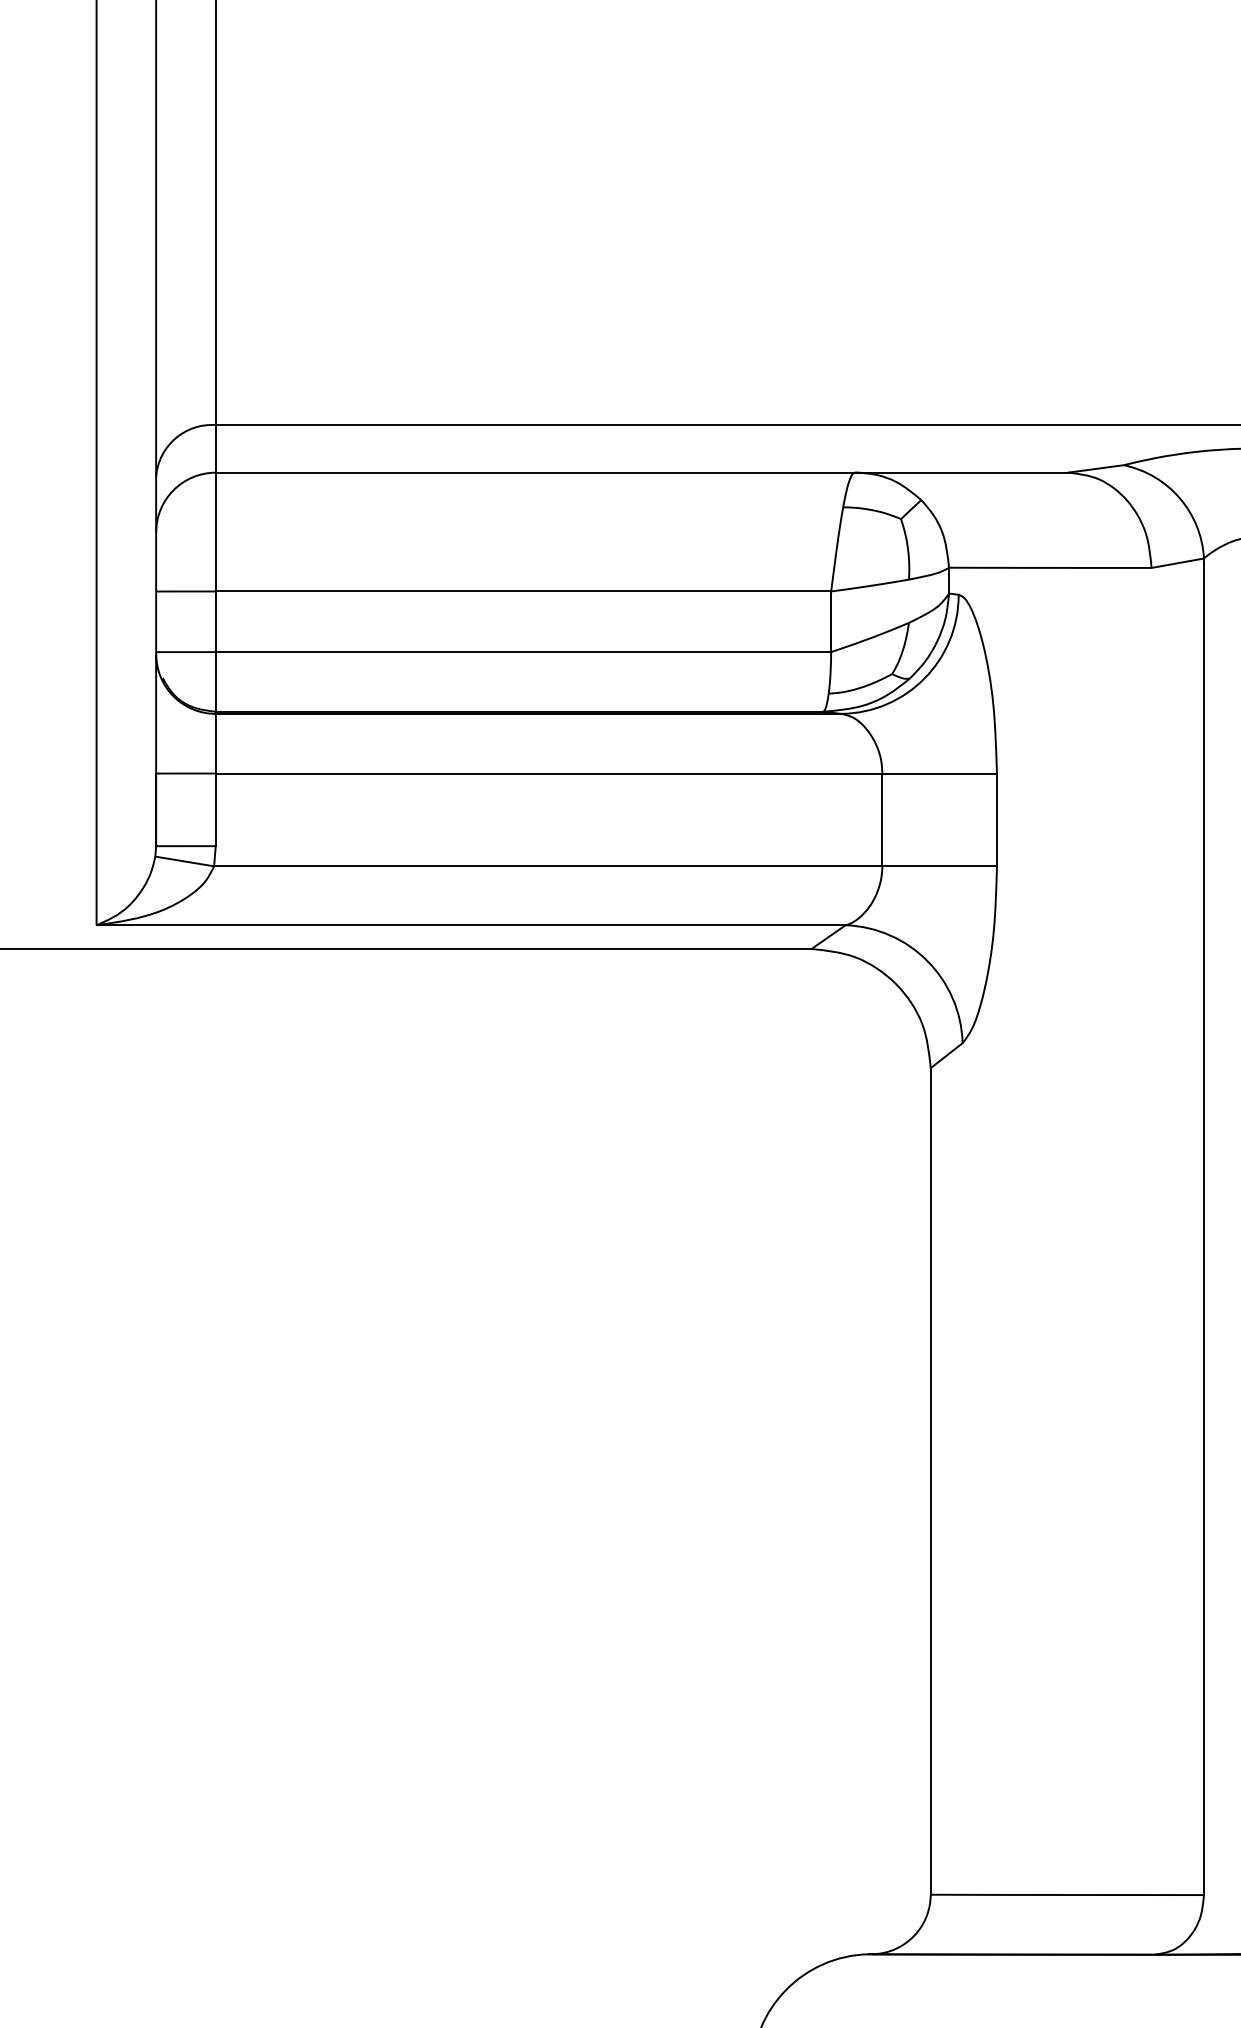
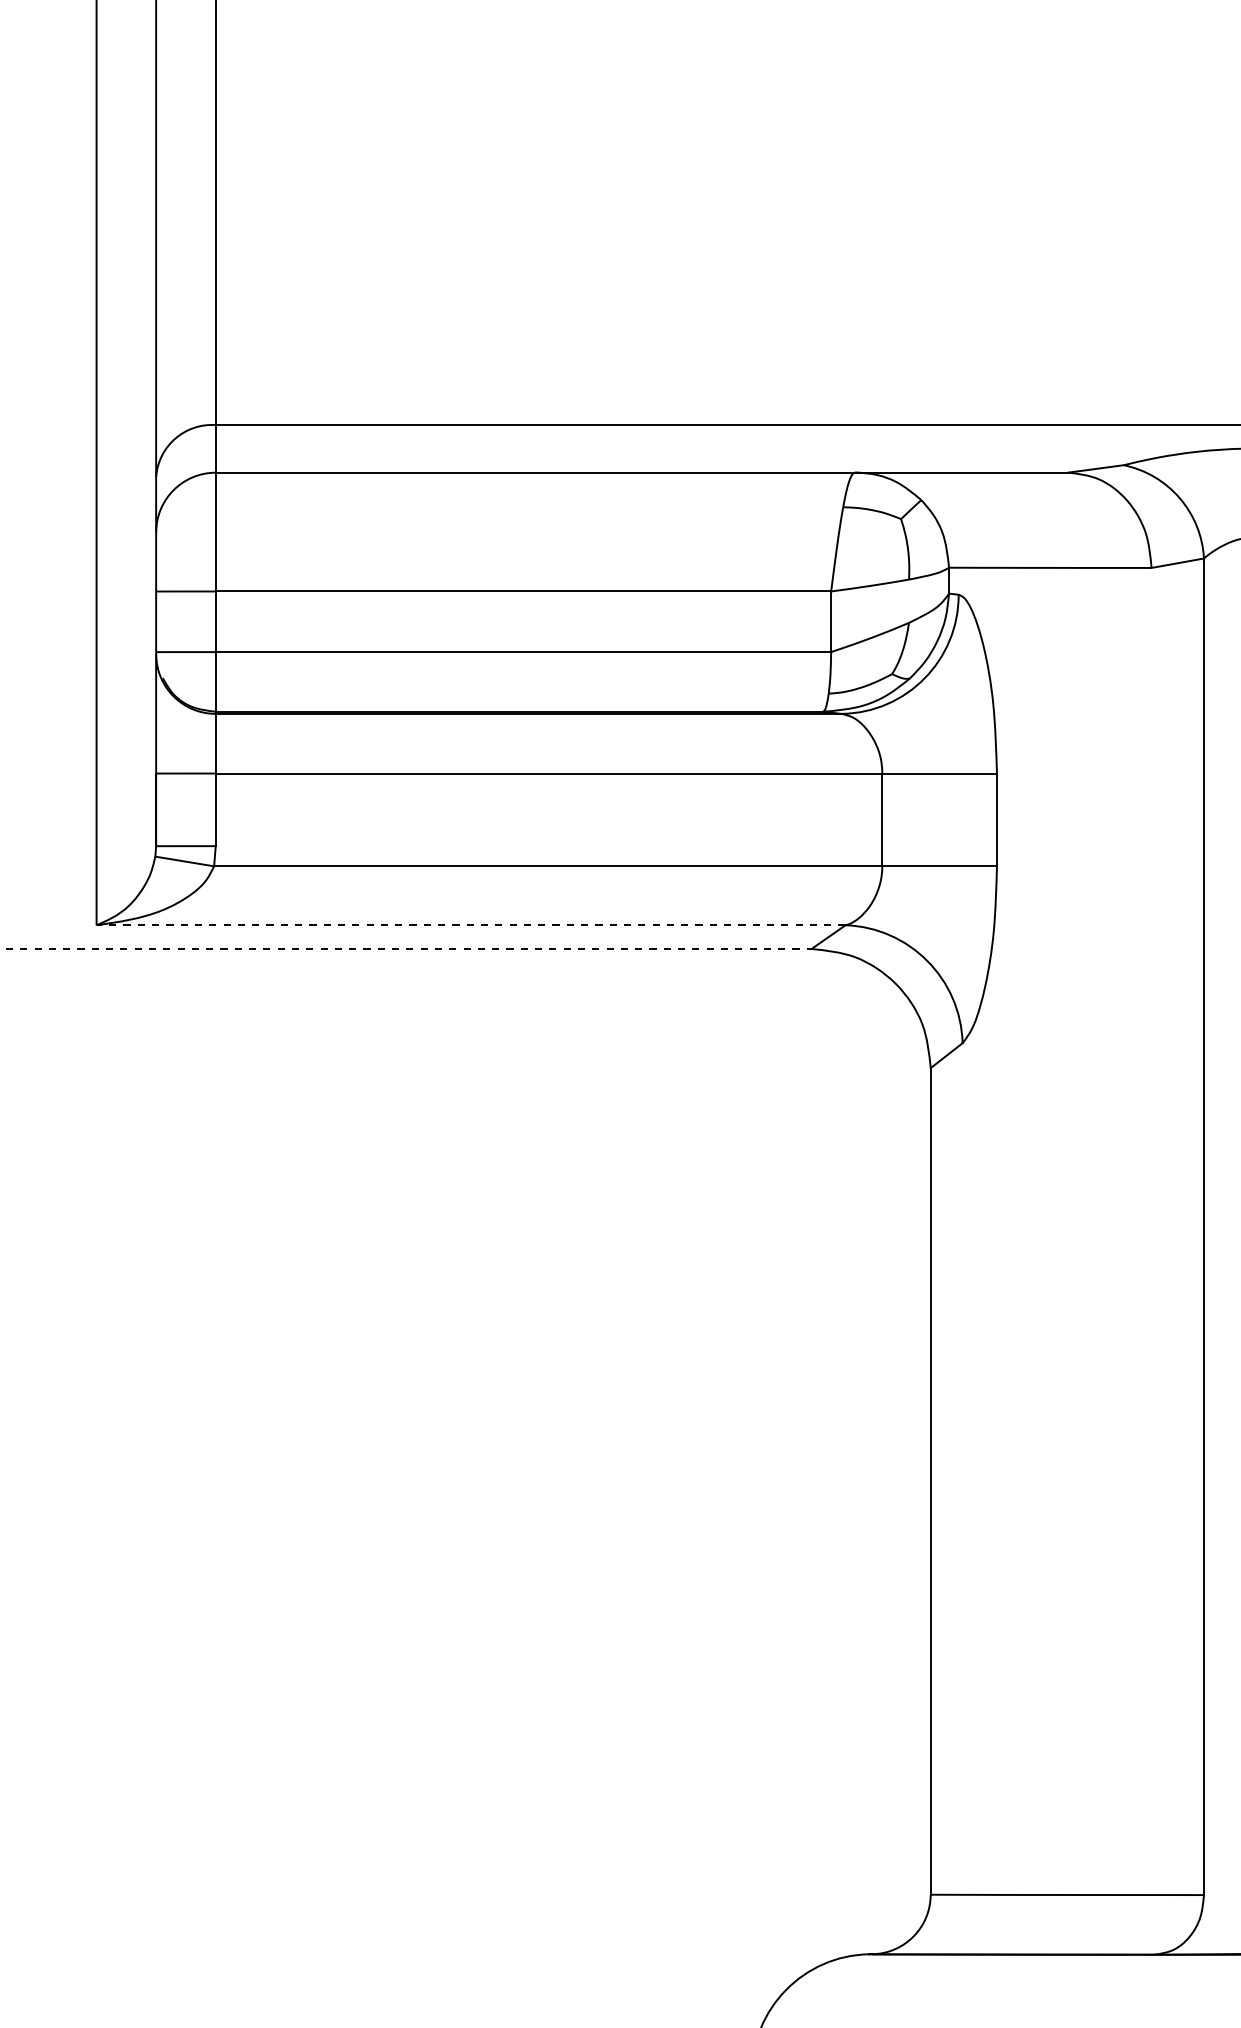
line at (471, 925): solid -> dashed
line at (406, 948): solid -> dashed
